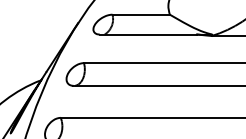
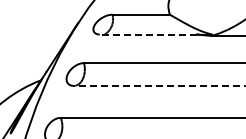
line at (148, 34): solid -> dashed
line at (159, 85): solid -> dashed
